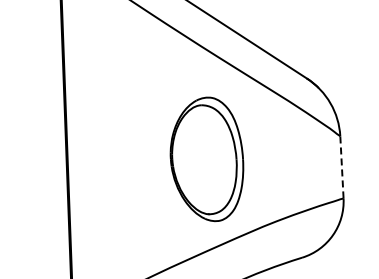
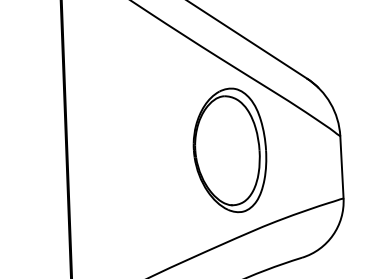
part at (206, 159) position: (206, 159) -> (229, 150)
line at (341, 166): dashed -> solid
